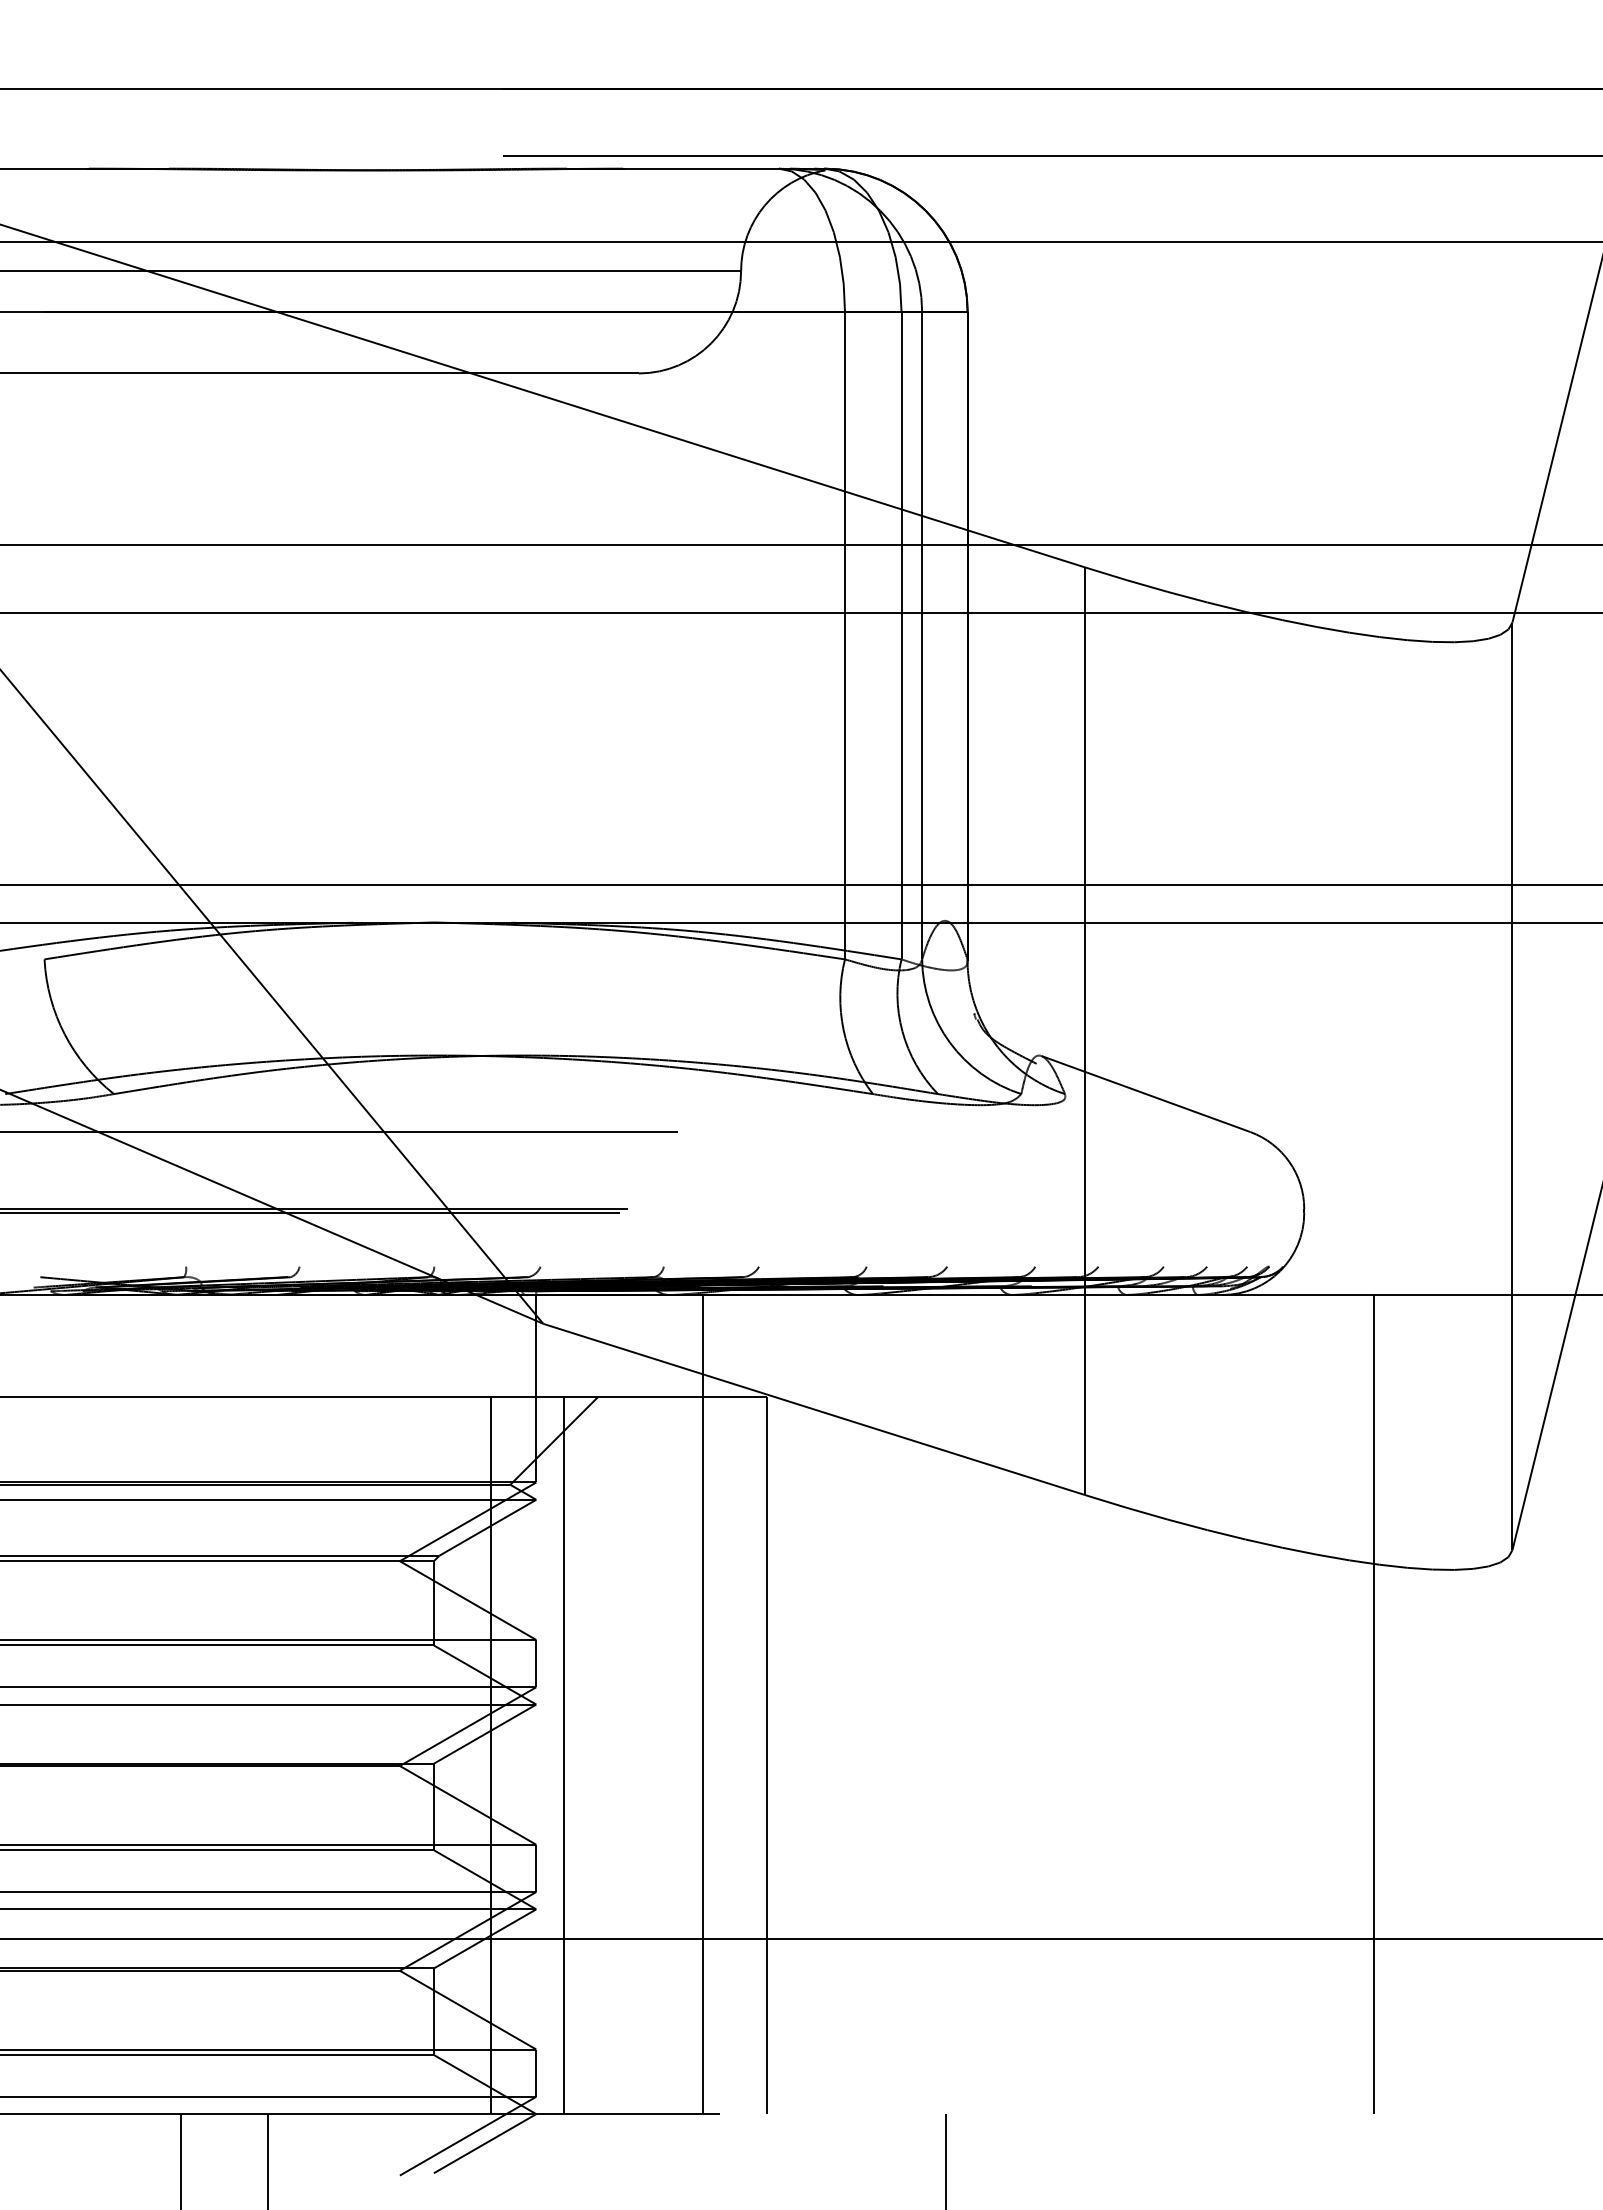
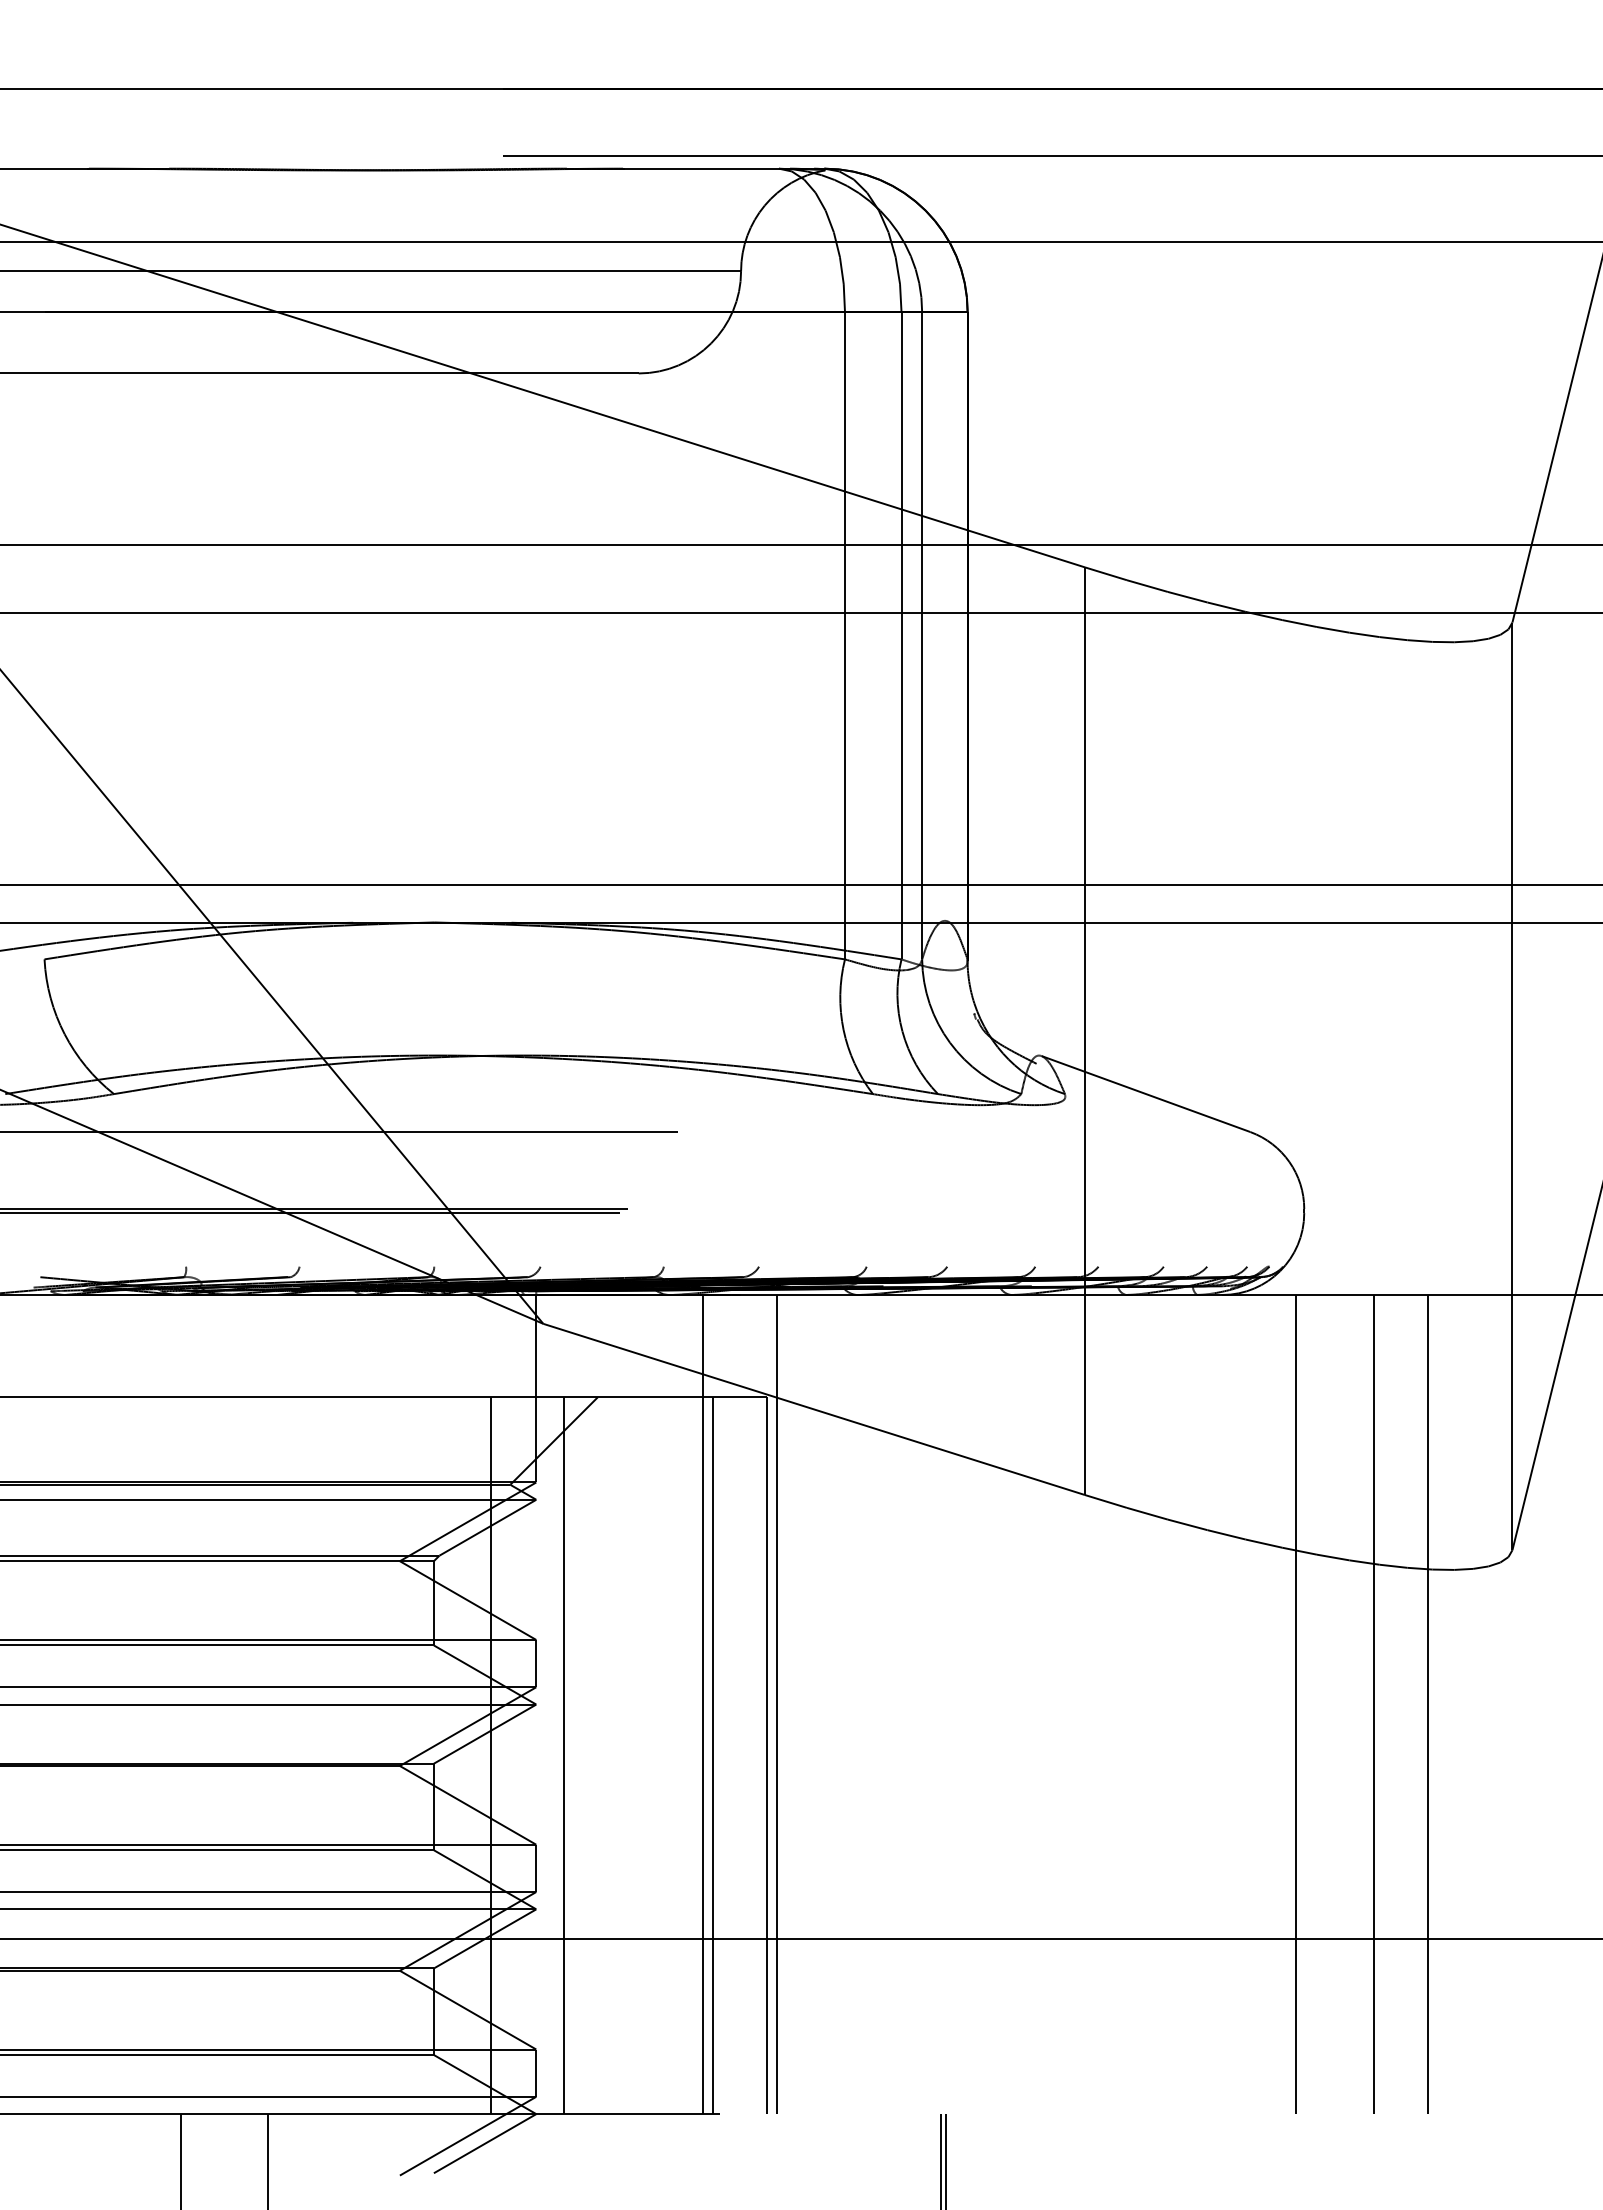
line at (776, 1704): none -> present
line at (1296, 1704): none -> present
line at (1427, 1704): none -> present
line at (713, 1755): none -> present
line at (940, 2160): none -> present
